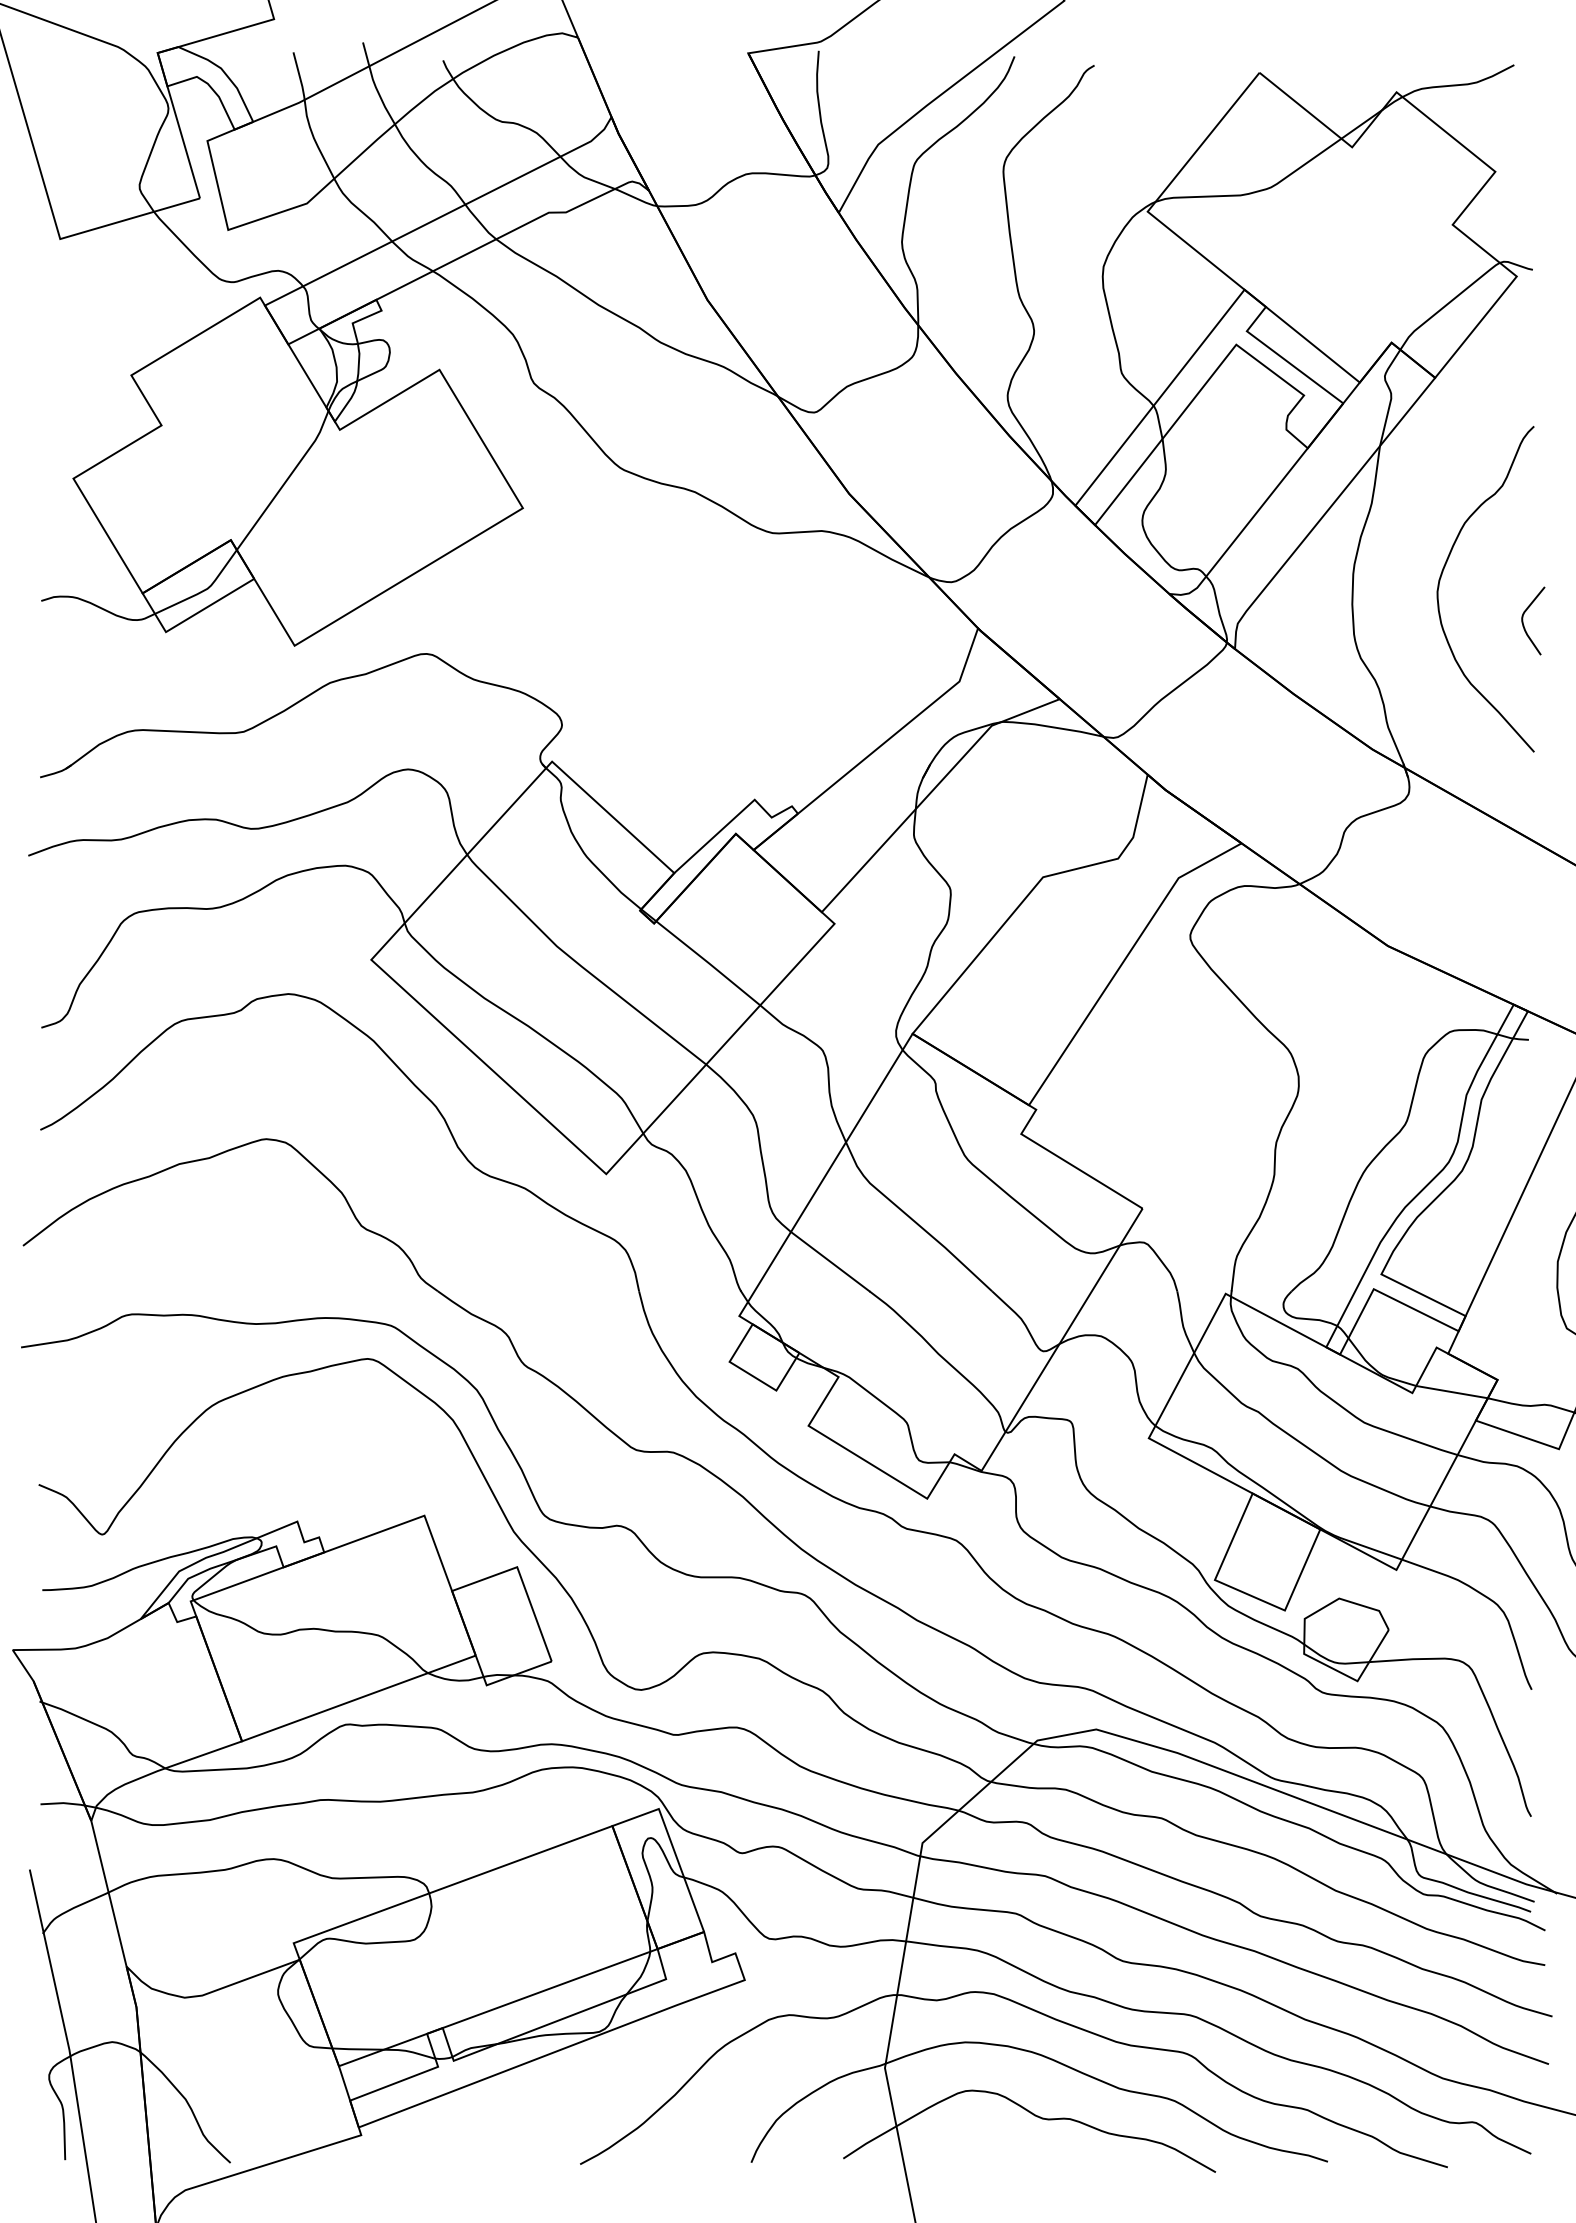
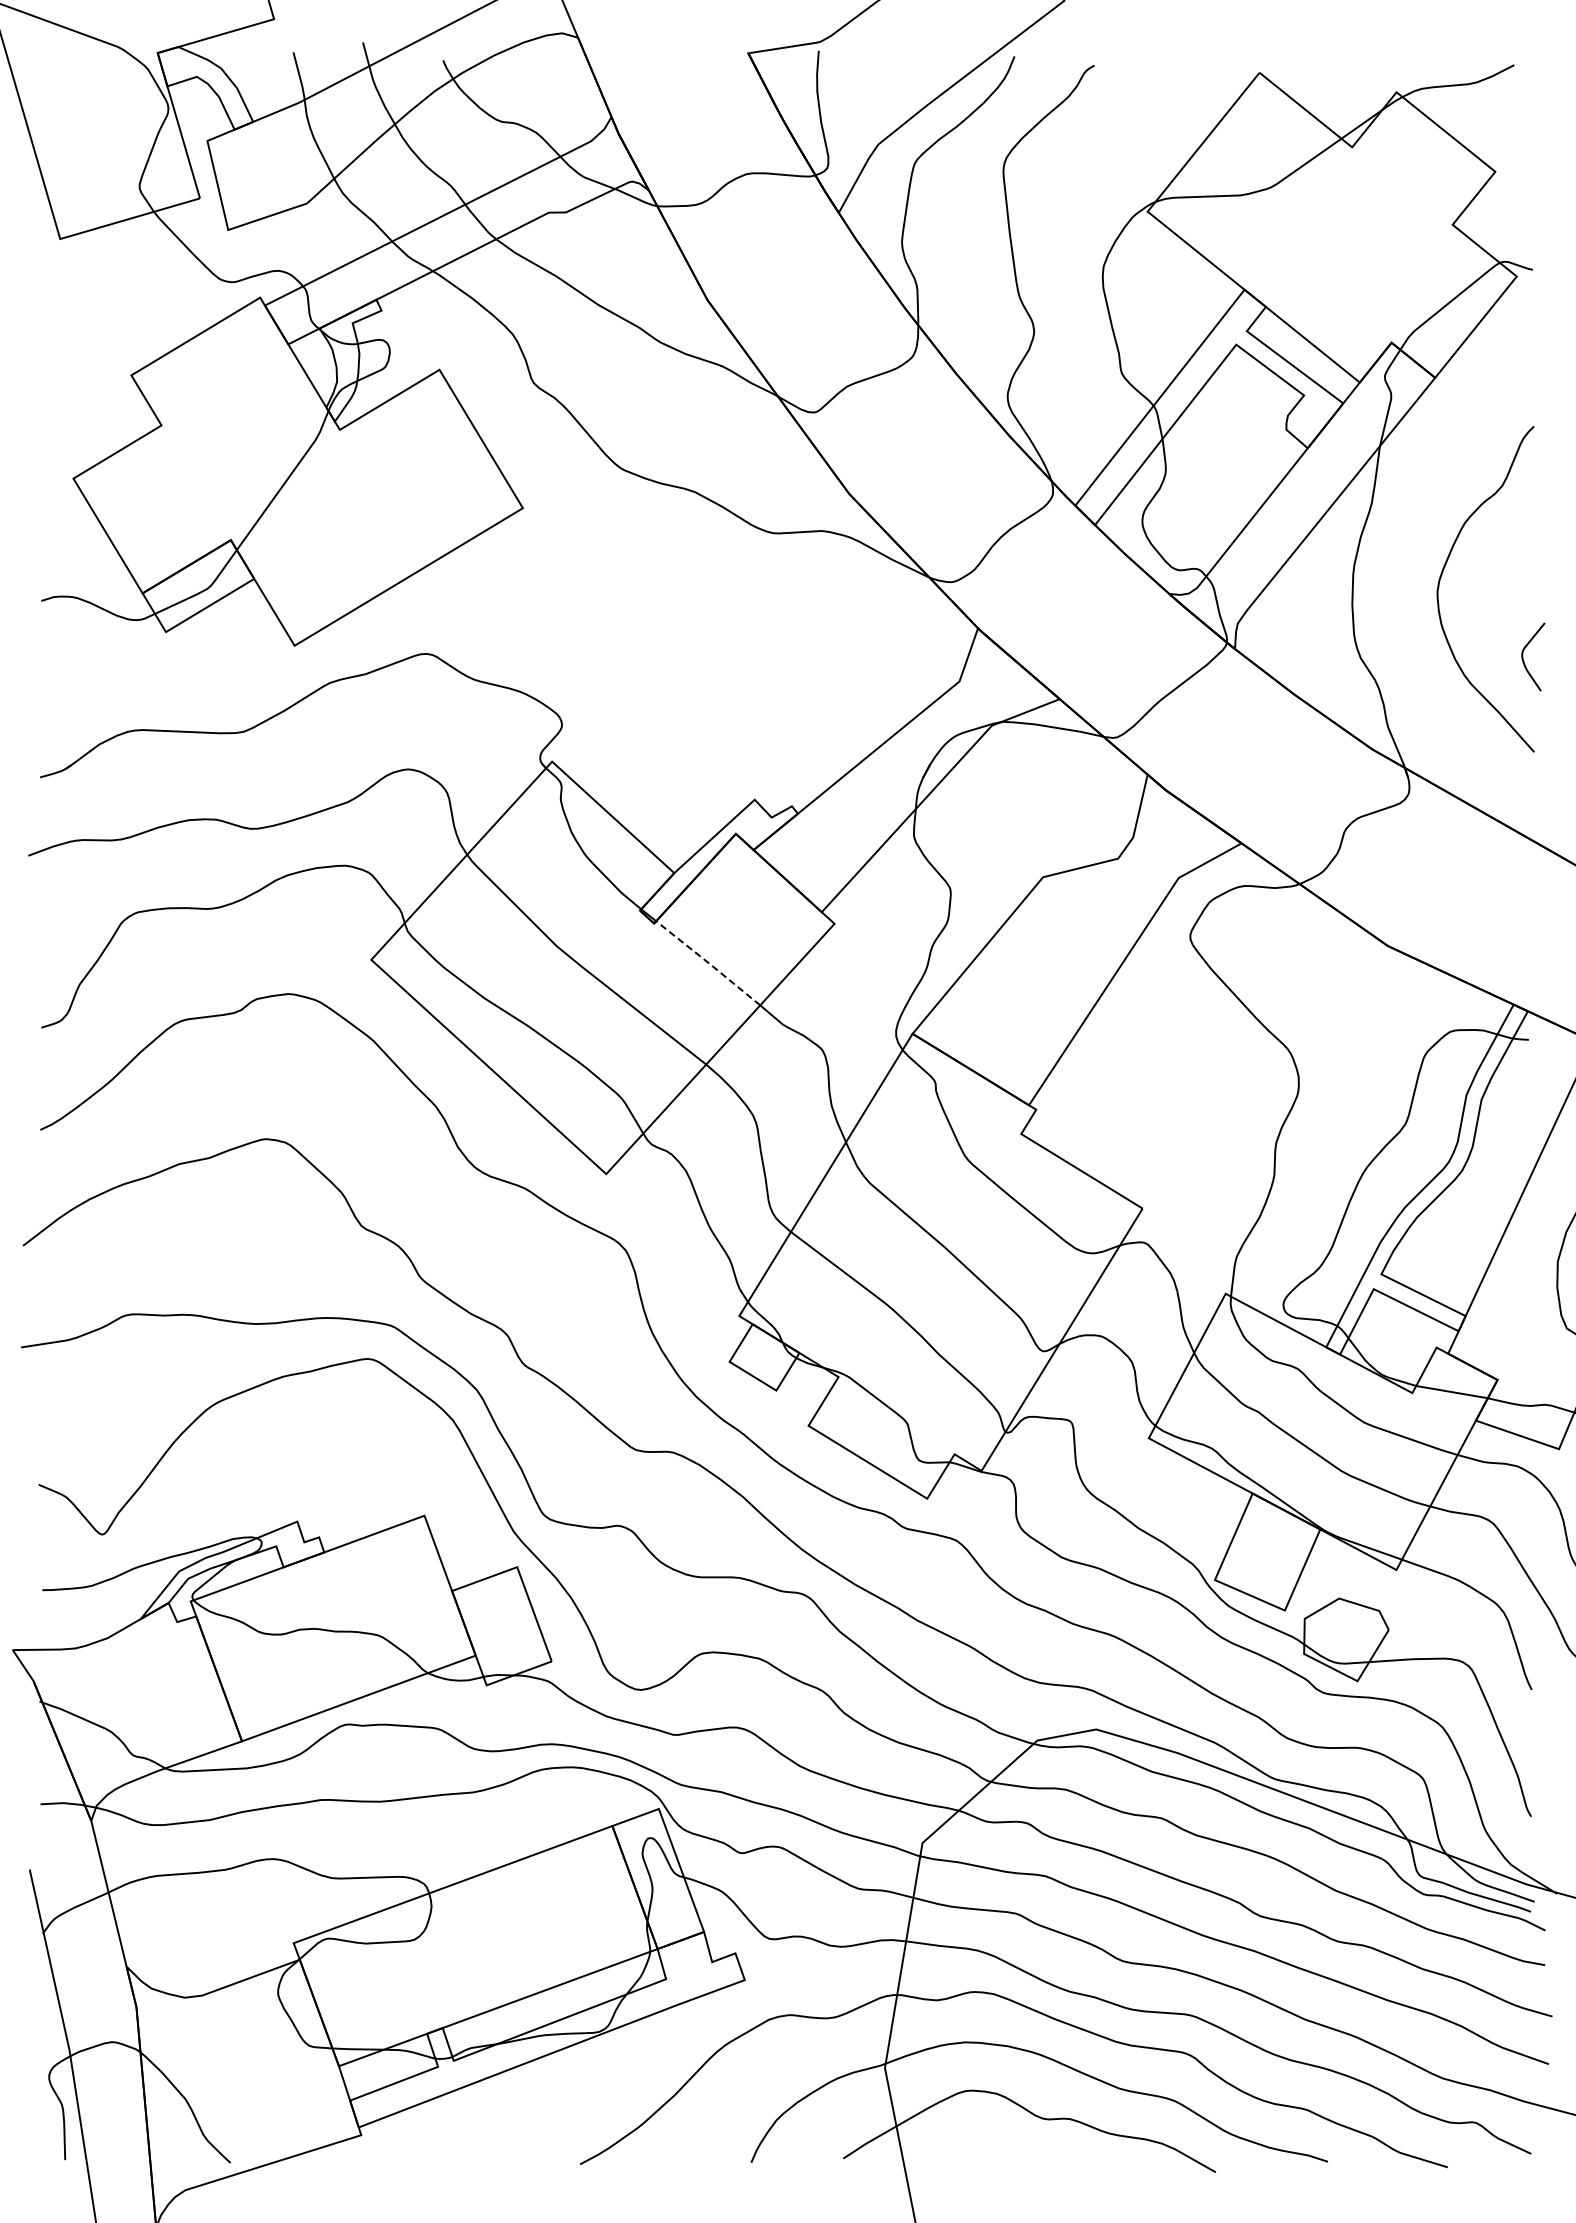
curve at (1523, 620) position: (1523, 620) -> (1523, 656)
line at (708, 963): solid -> dashed
